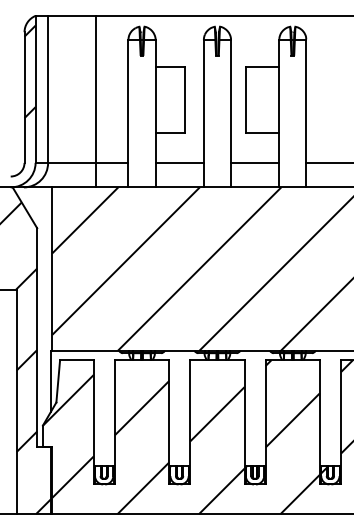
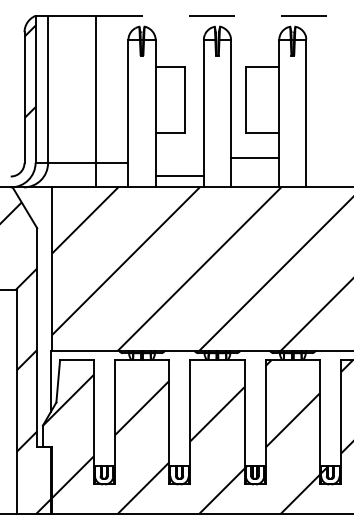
line at (225, 15): solid -> dashed
line at (179, 162) position: (179, 162) -> (179, 175)
line at (255, 162) position: (255, 162) -> (255, 157)
line at (328, 162): present -> none
